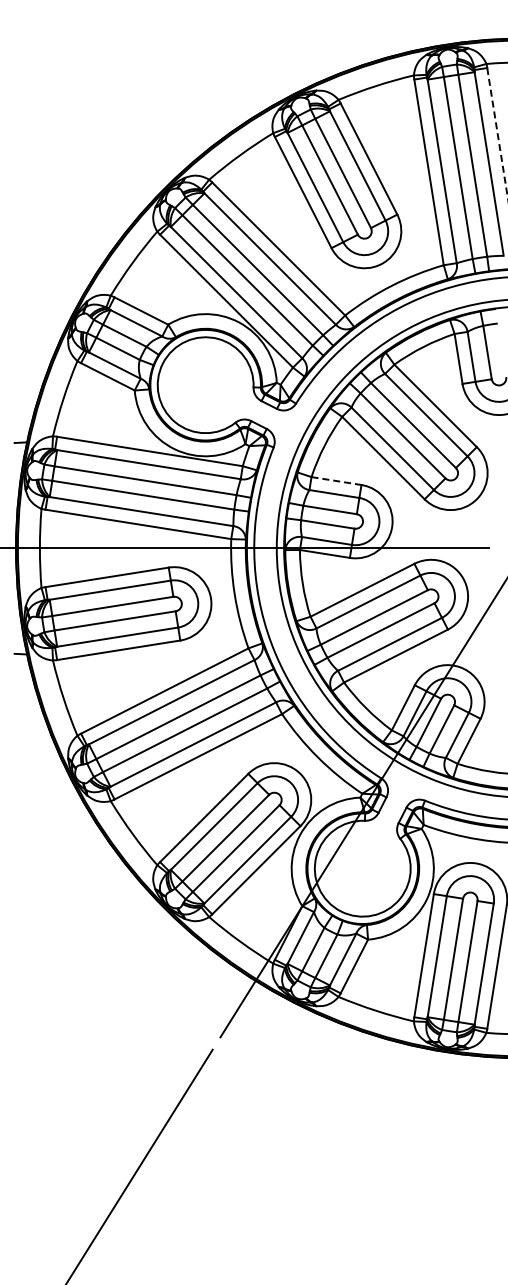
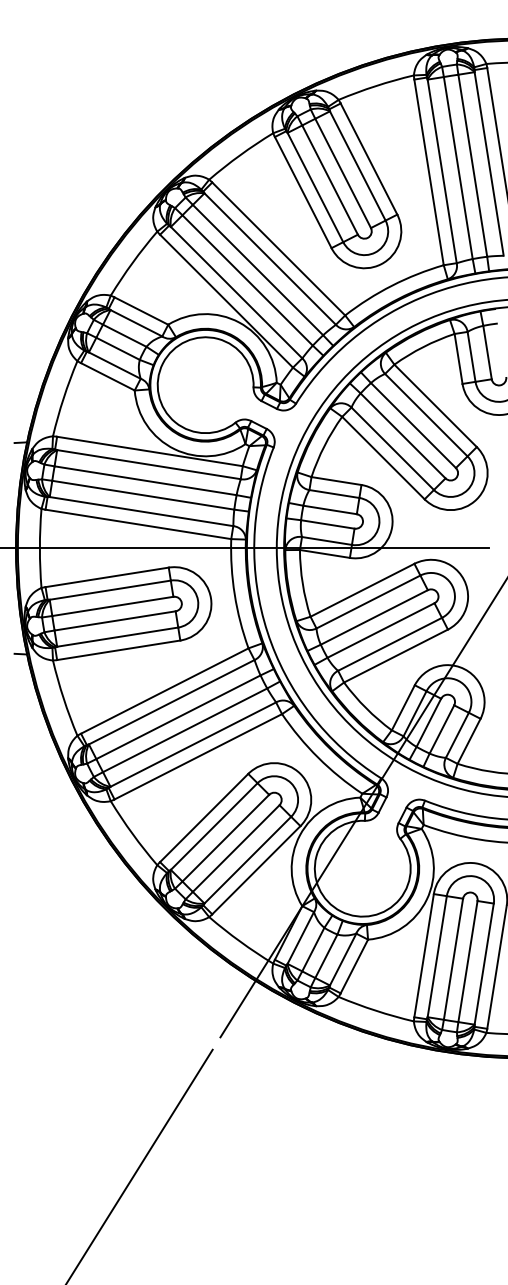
line at (497, 133): dashed -> solid
line at (336, 481): dashed -> solid
